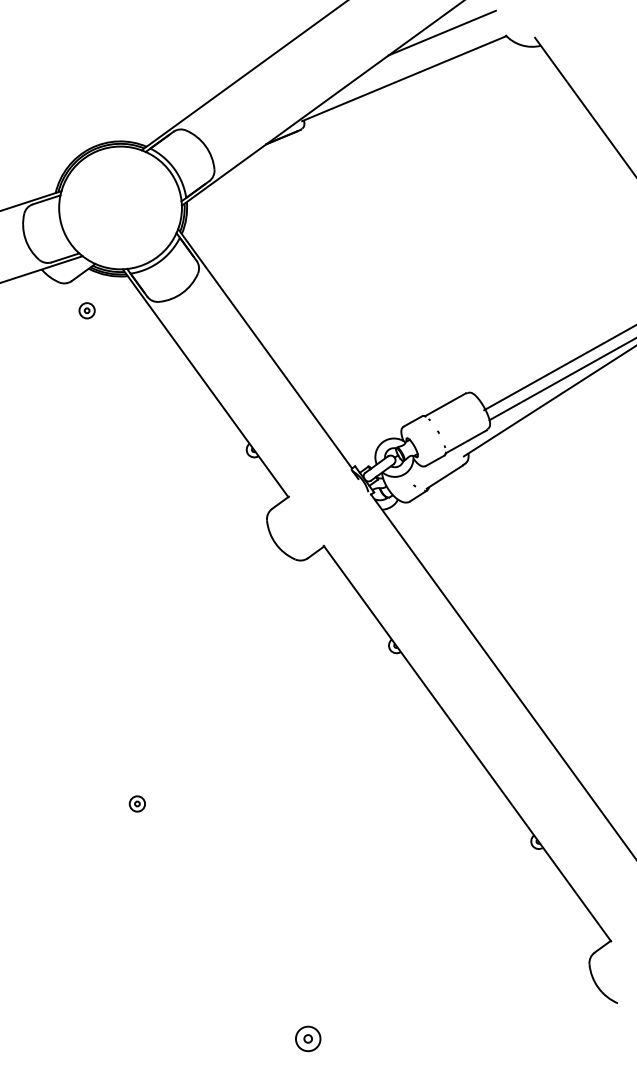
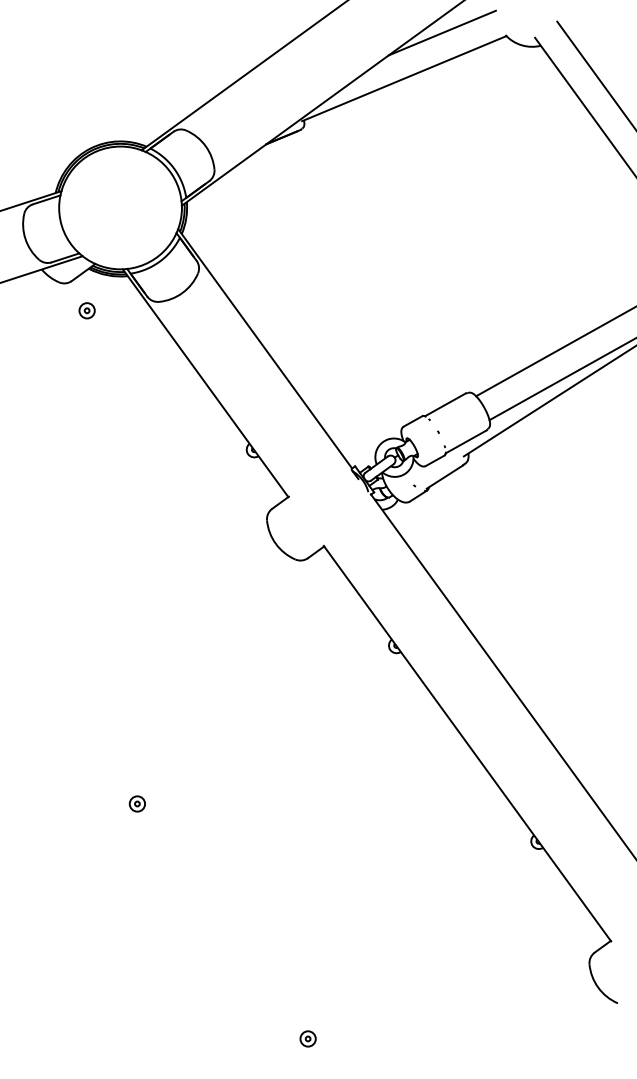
line at (595, 74): none -> present
line at (558, 368) position: (558, 368) -> (554, 352)
part at (308, 1038) size: 27x28 px -> 18x18 px
